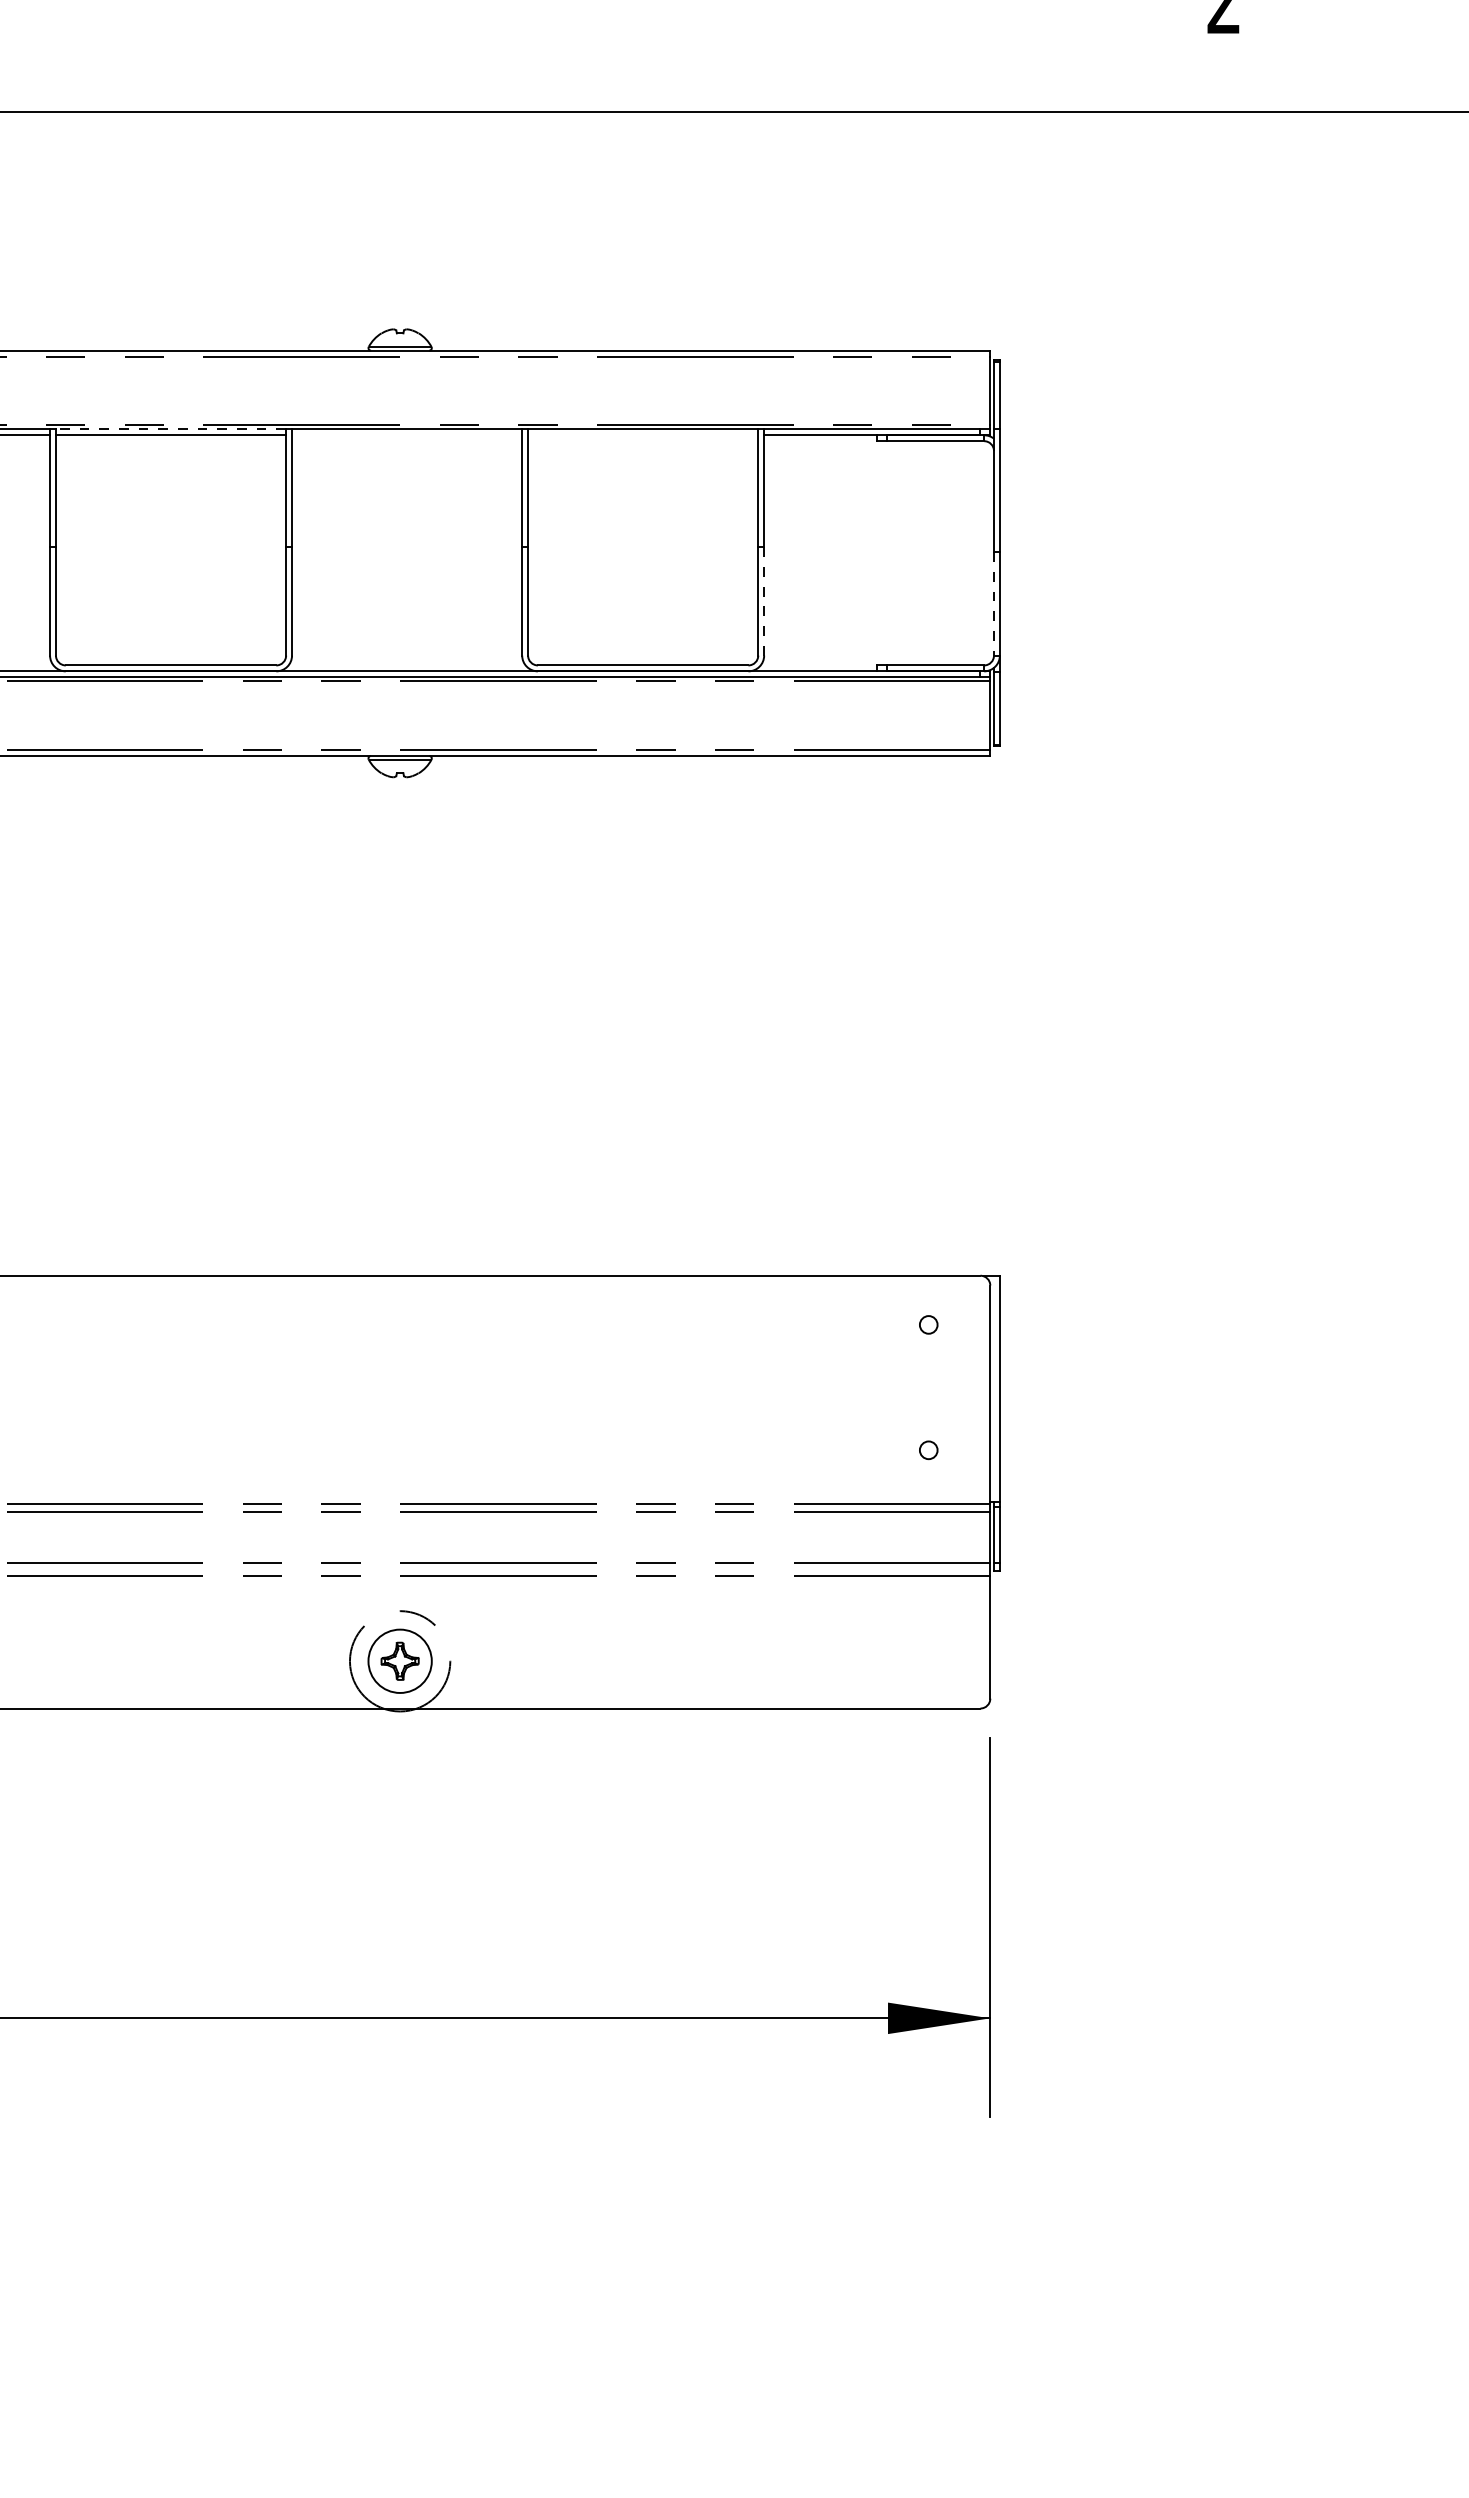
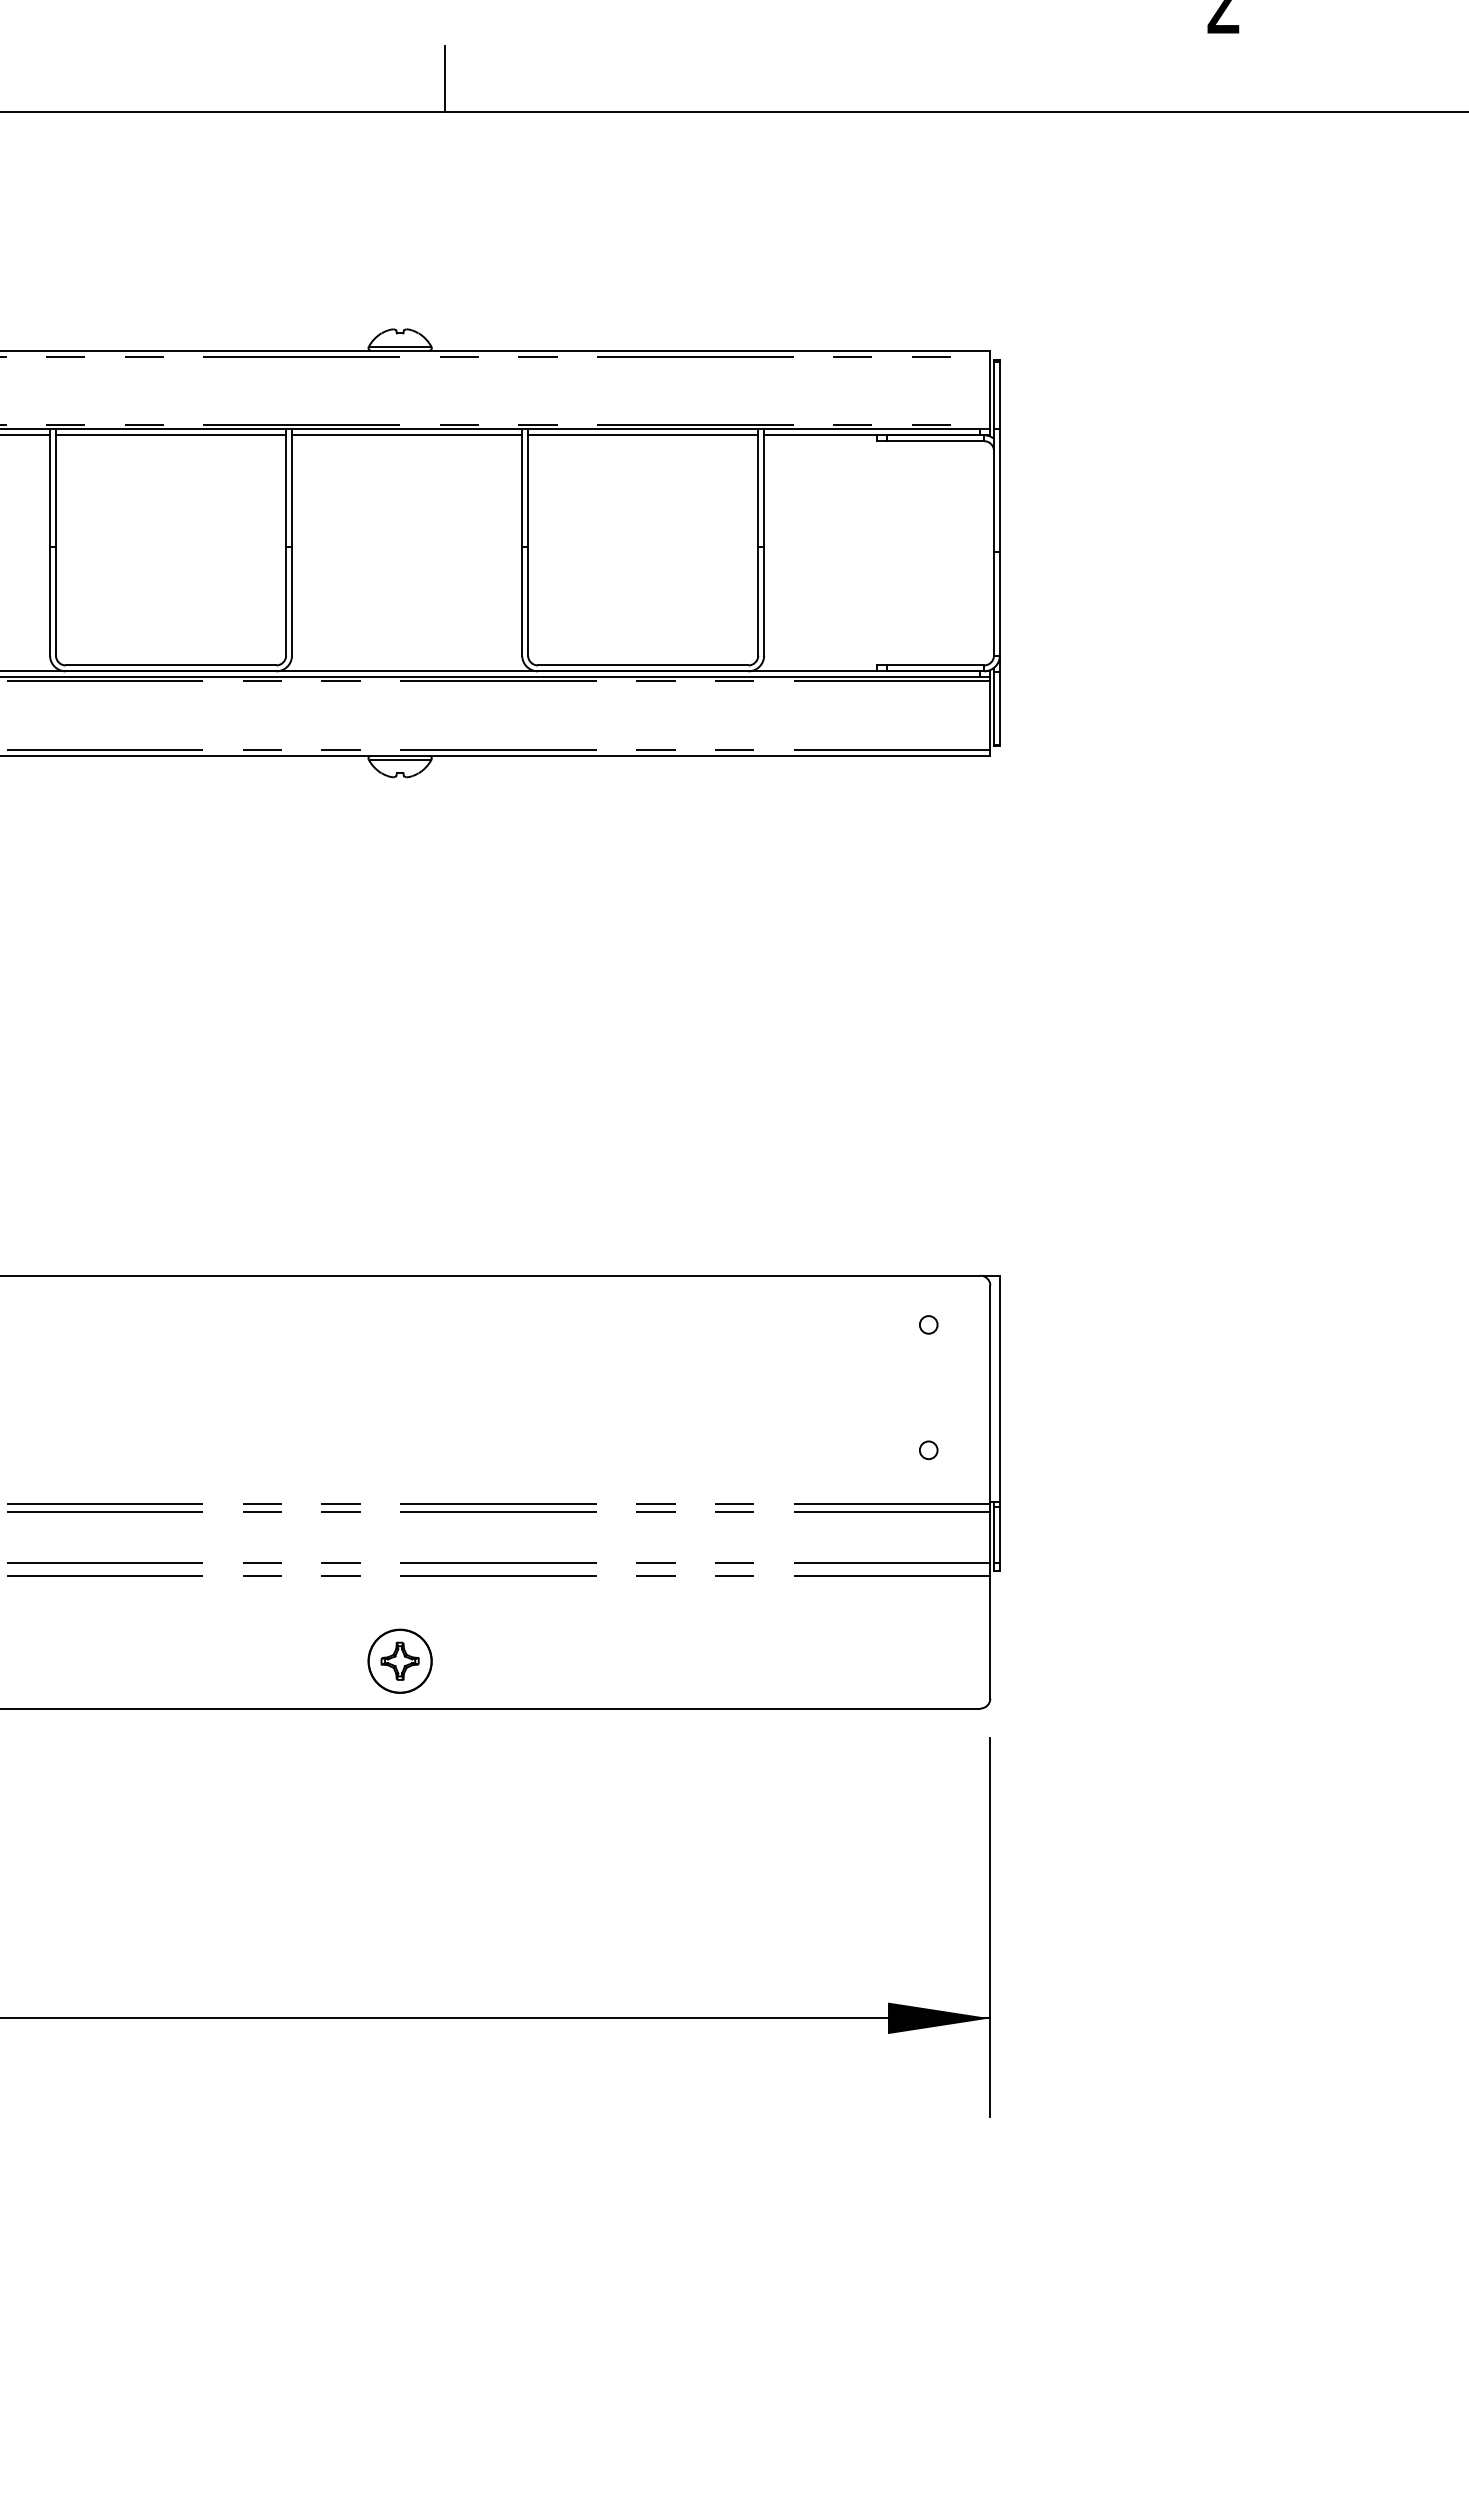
line at (445, 78): none -> present
line at (170, 429): dashed -> solid
line at (407, 435): none -> present
line at (643, 435): none -> present
line at (764, 601): dashed -> solid
line at (994, 603): dashed -> solid
circle at (399, 1661) diameter: 100 px -> 63 px
